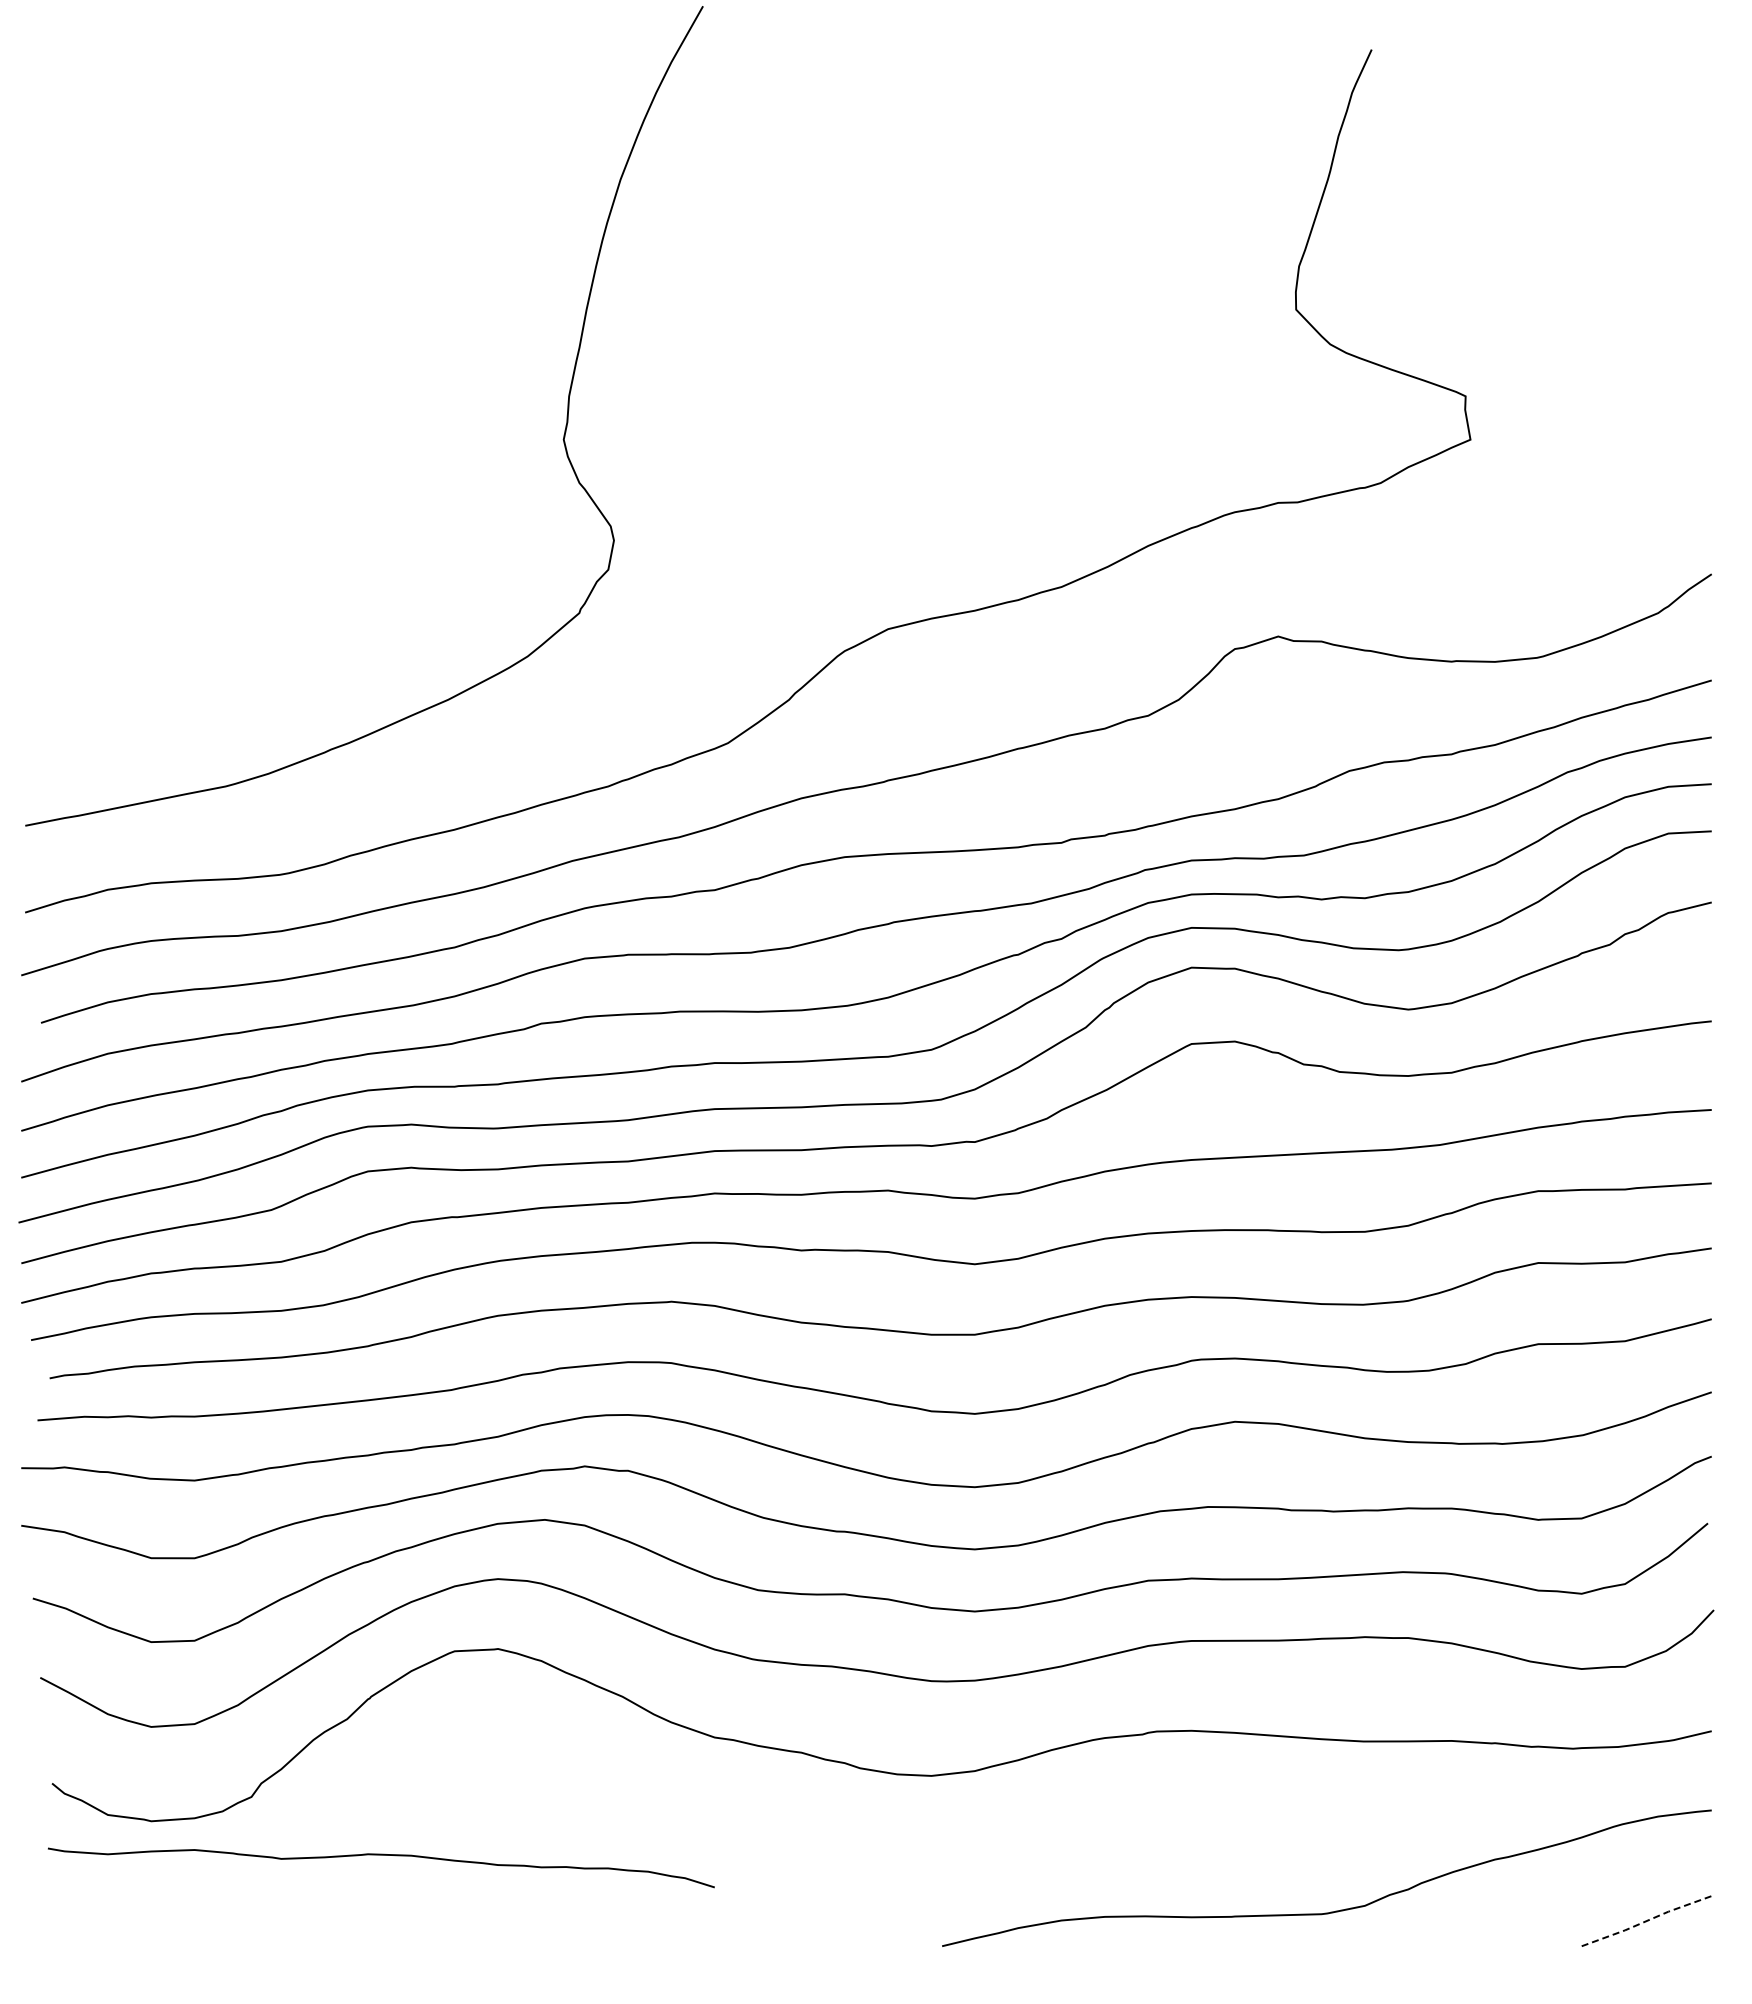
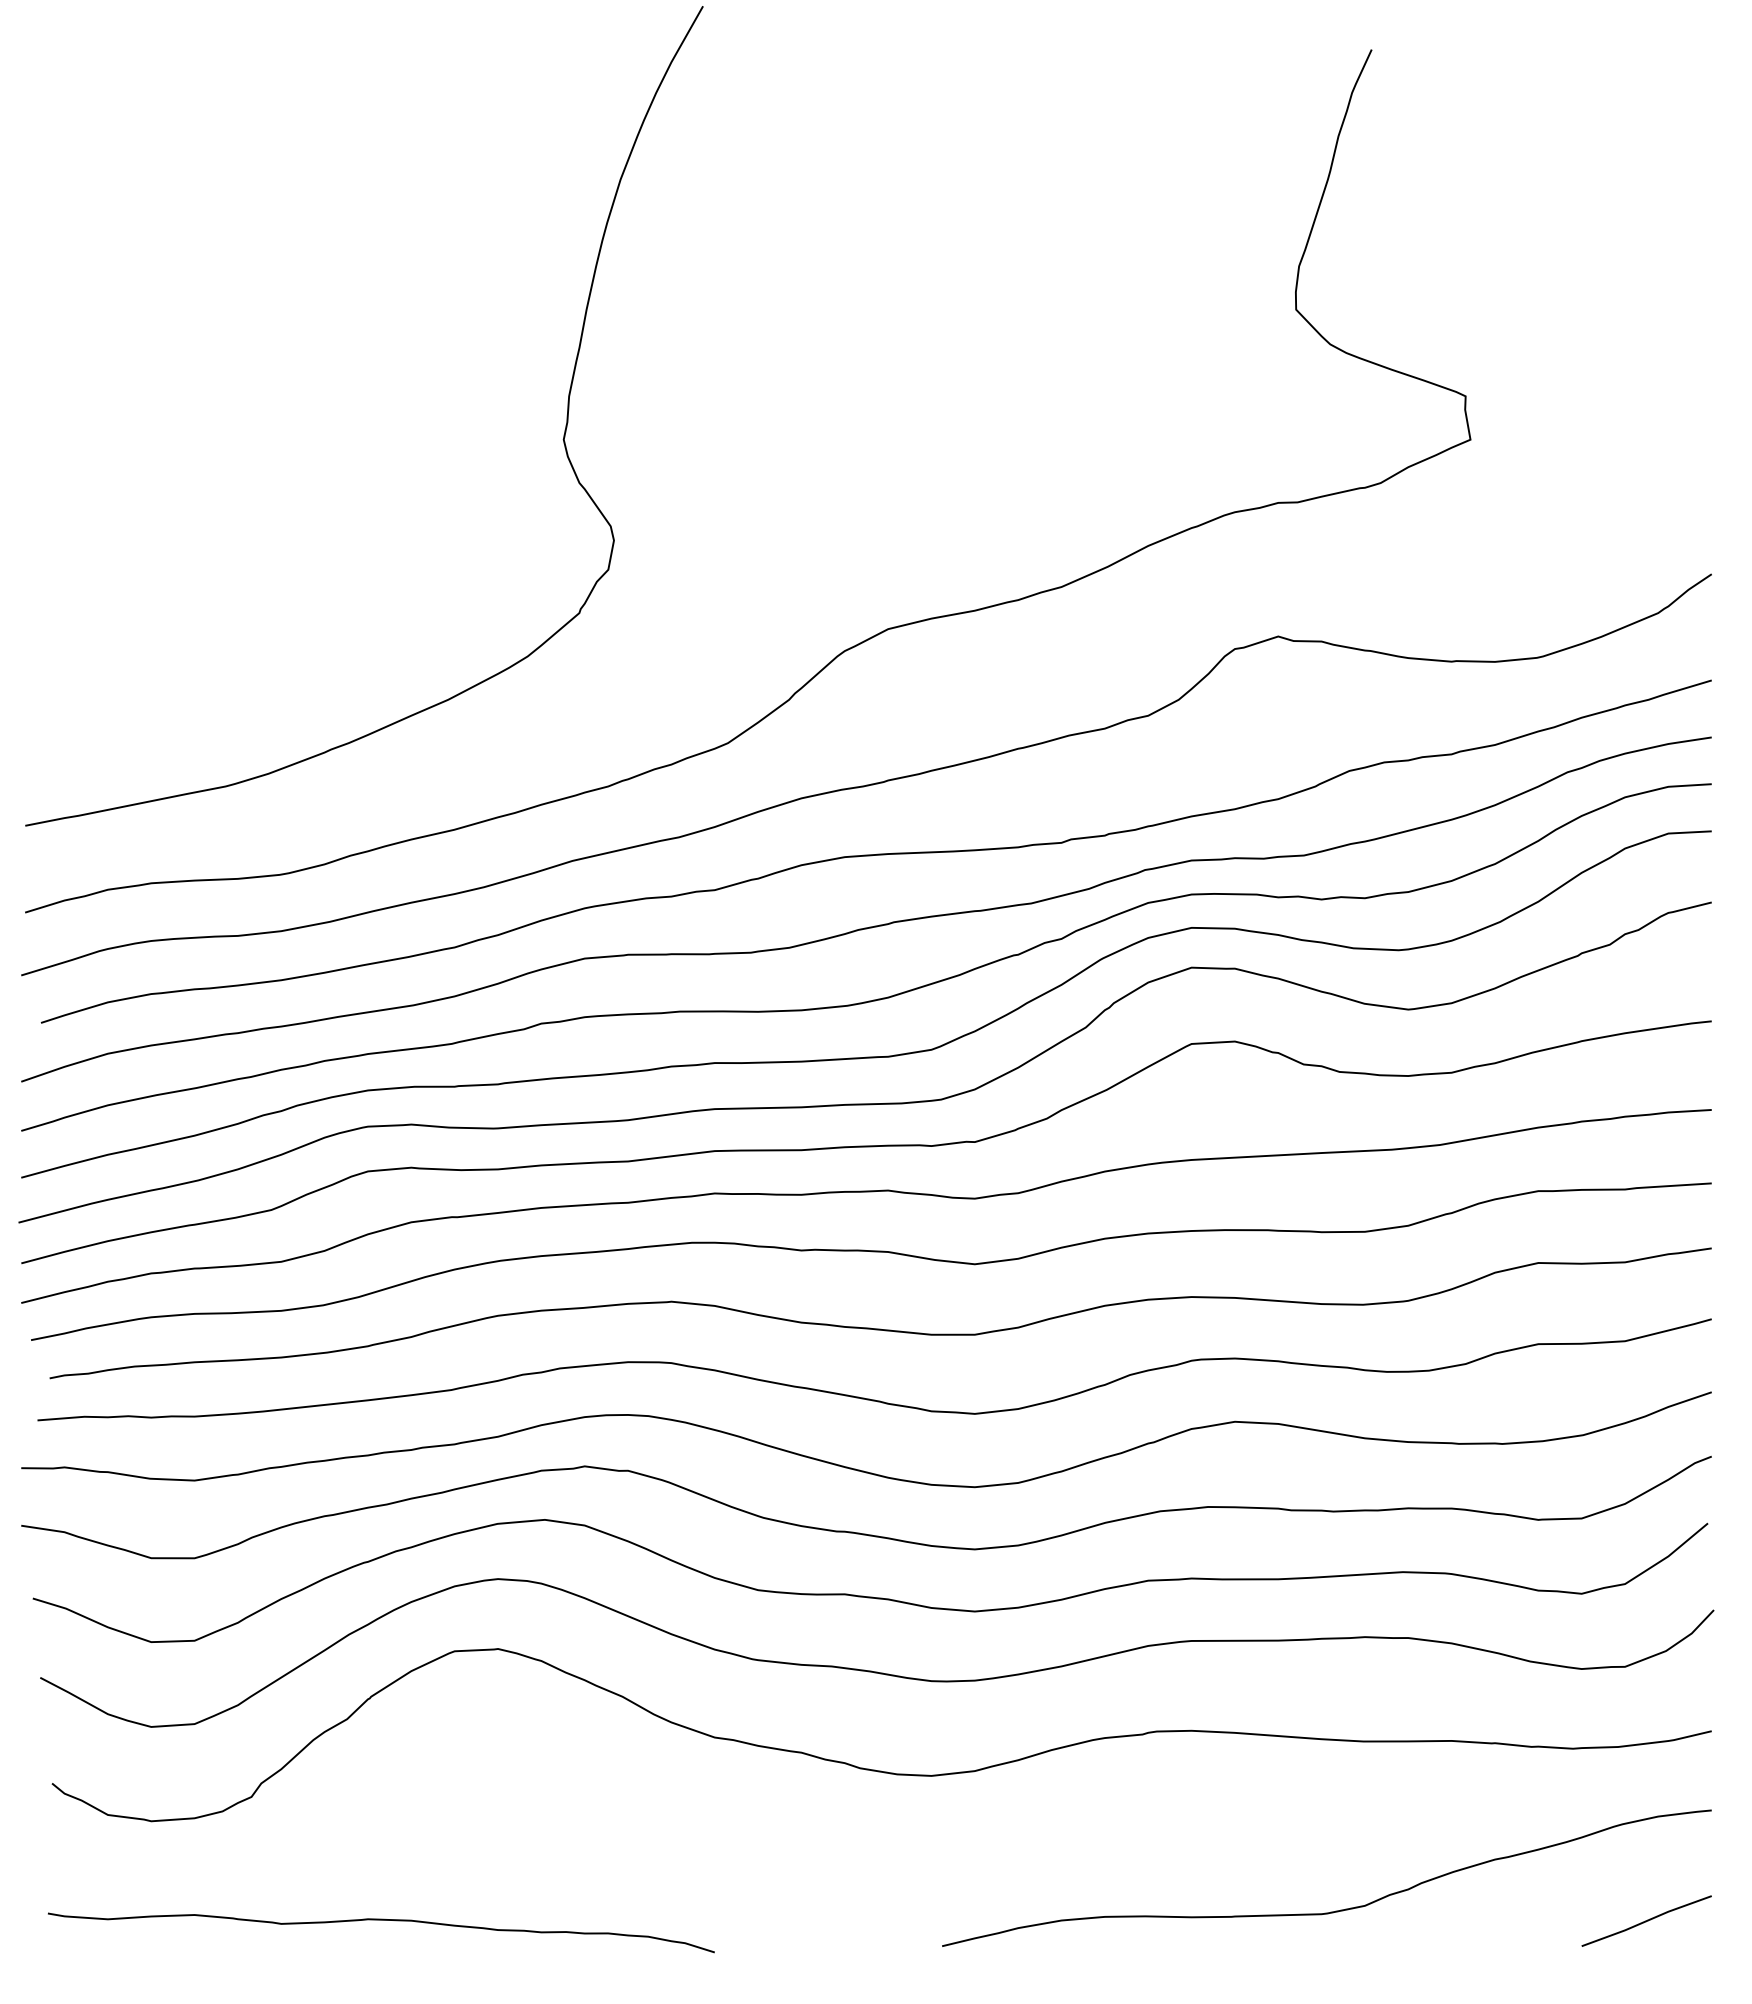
curve at (381, 1855) position: (381, 1855) -> (381, 1920)
line at (1646, 1921): dashed -> solid
